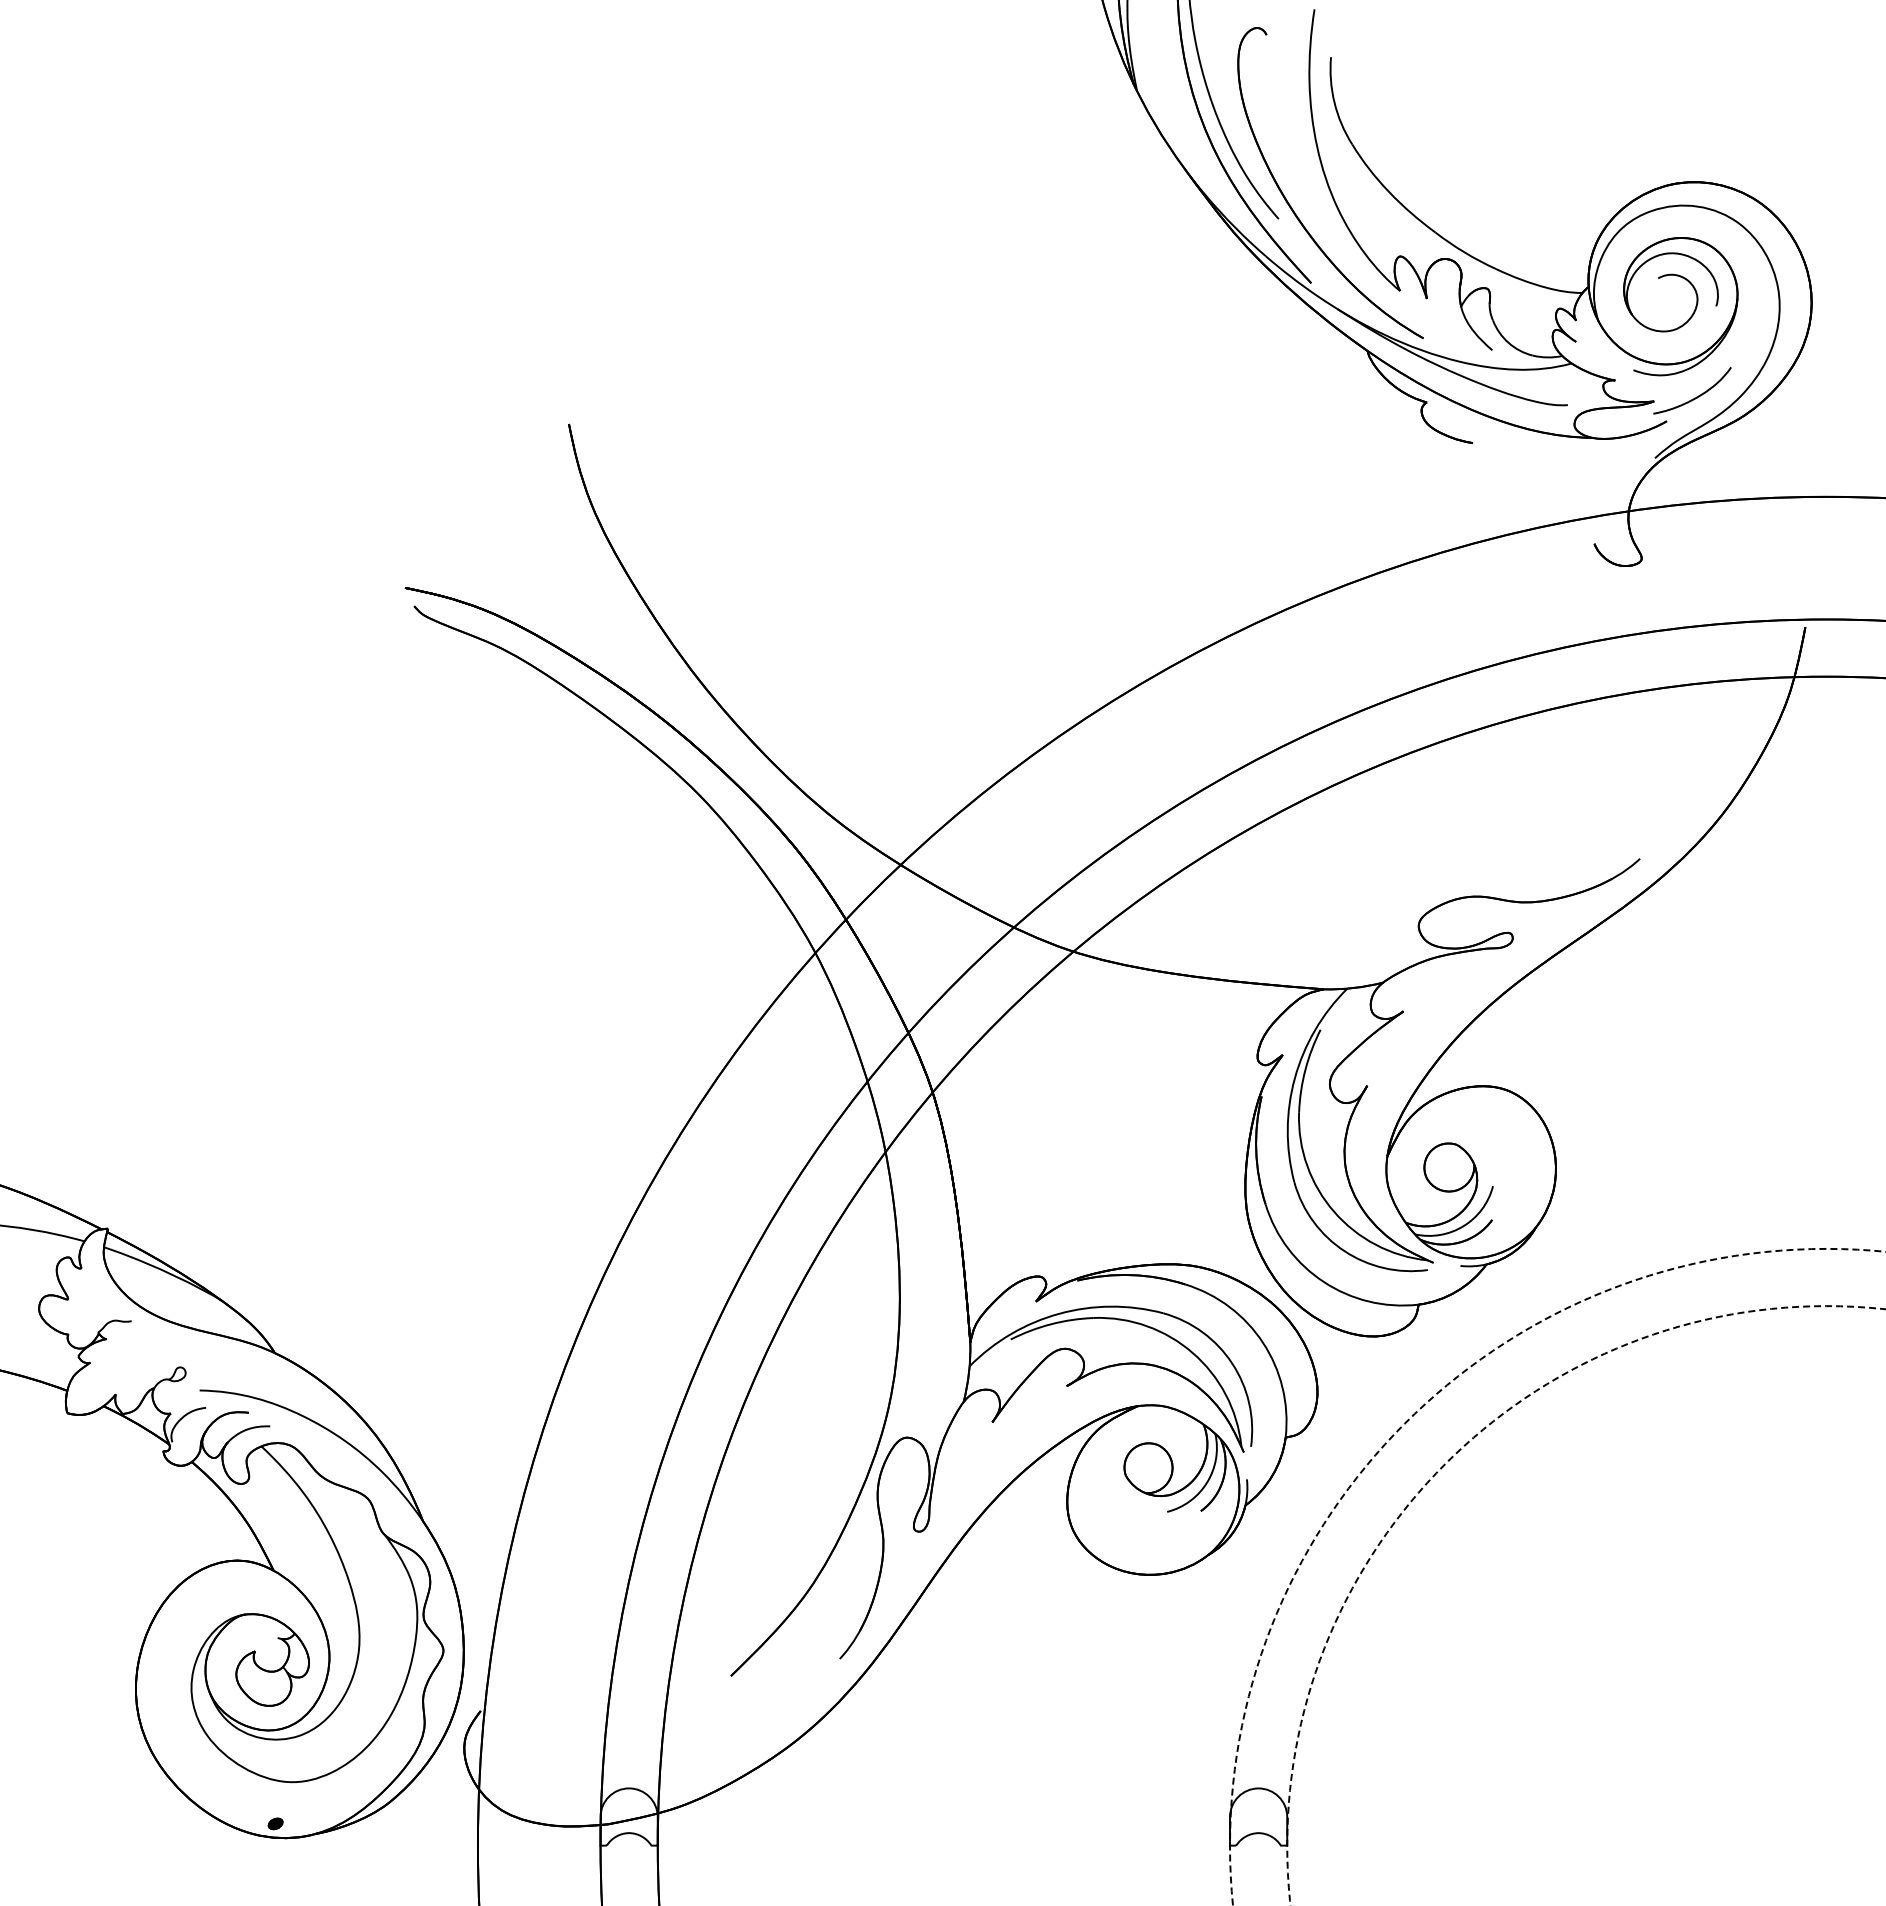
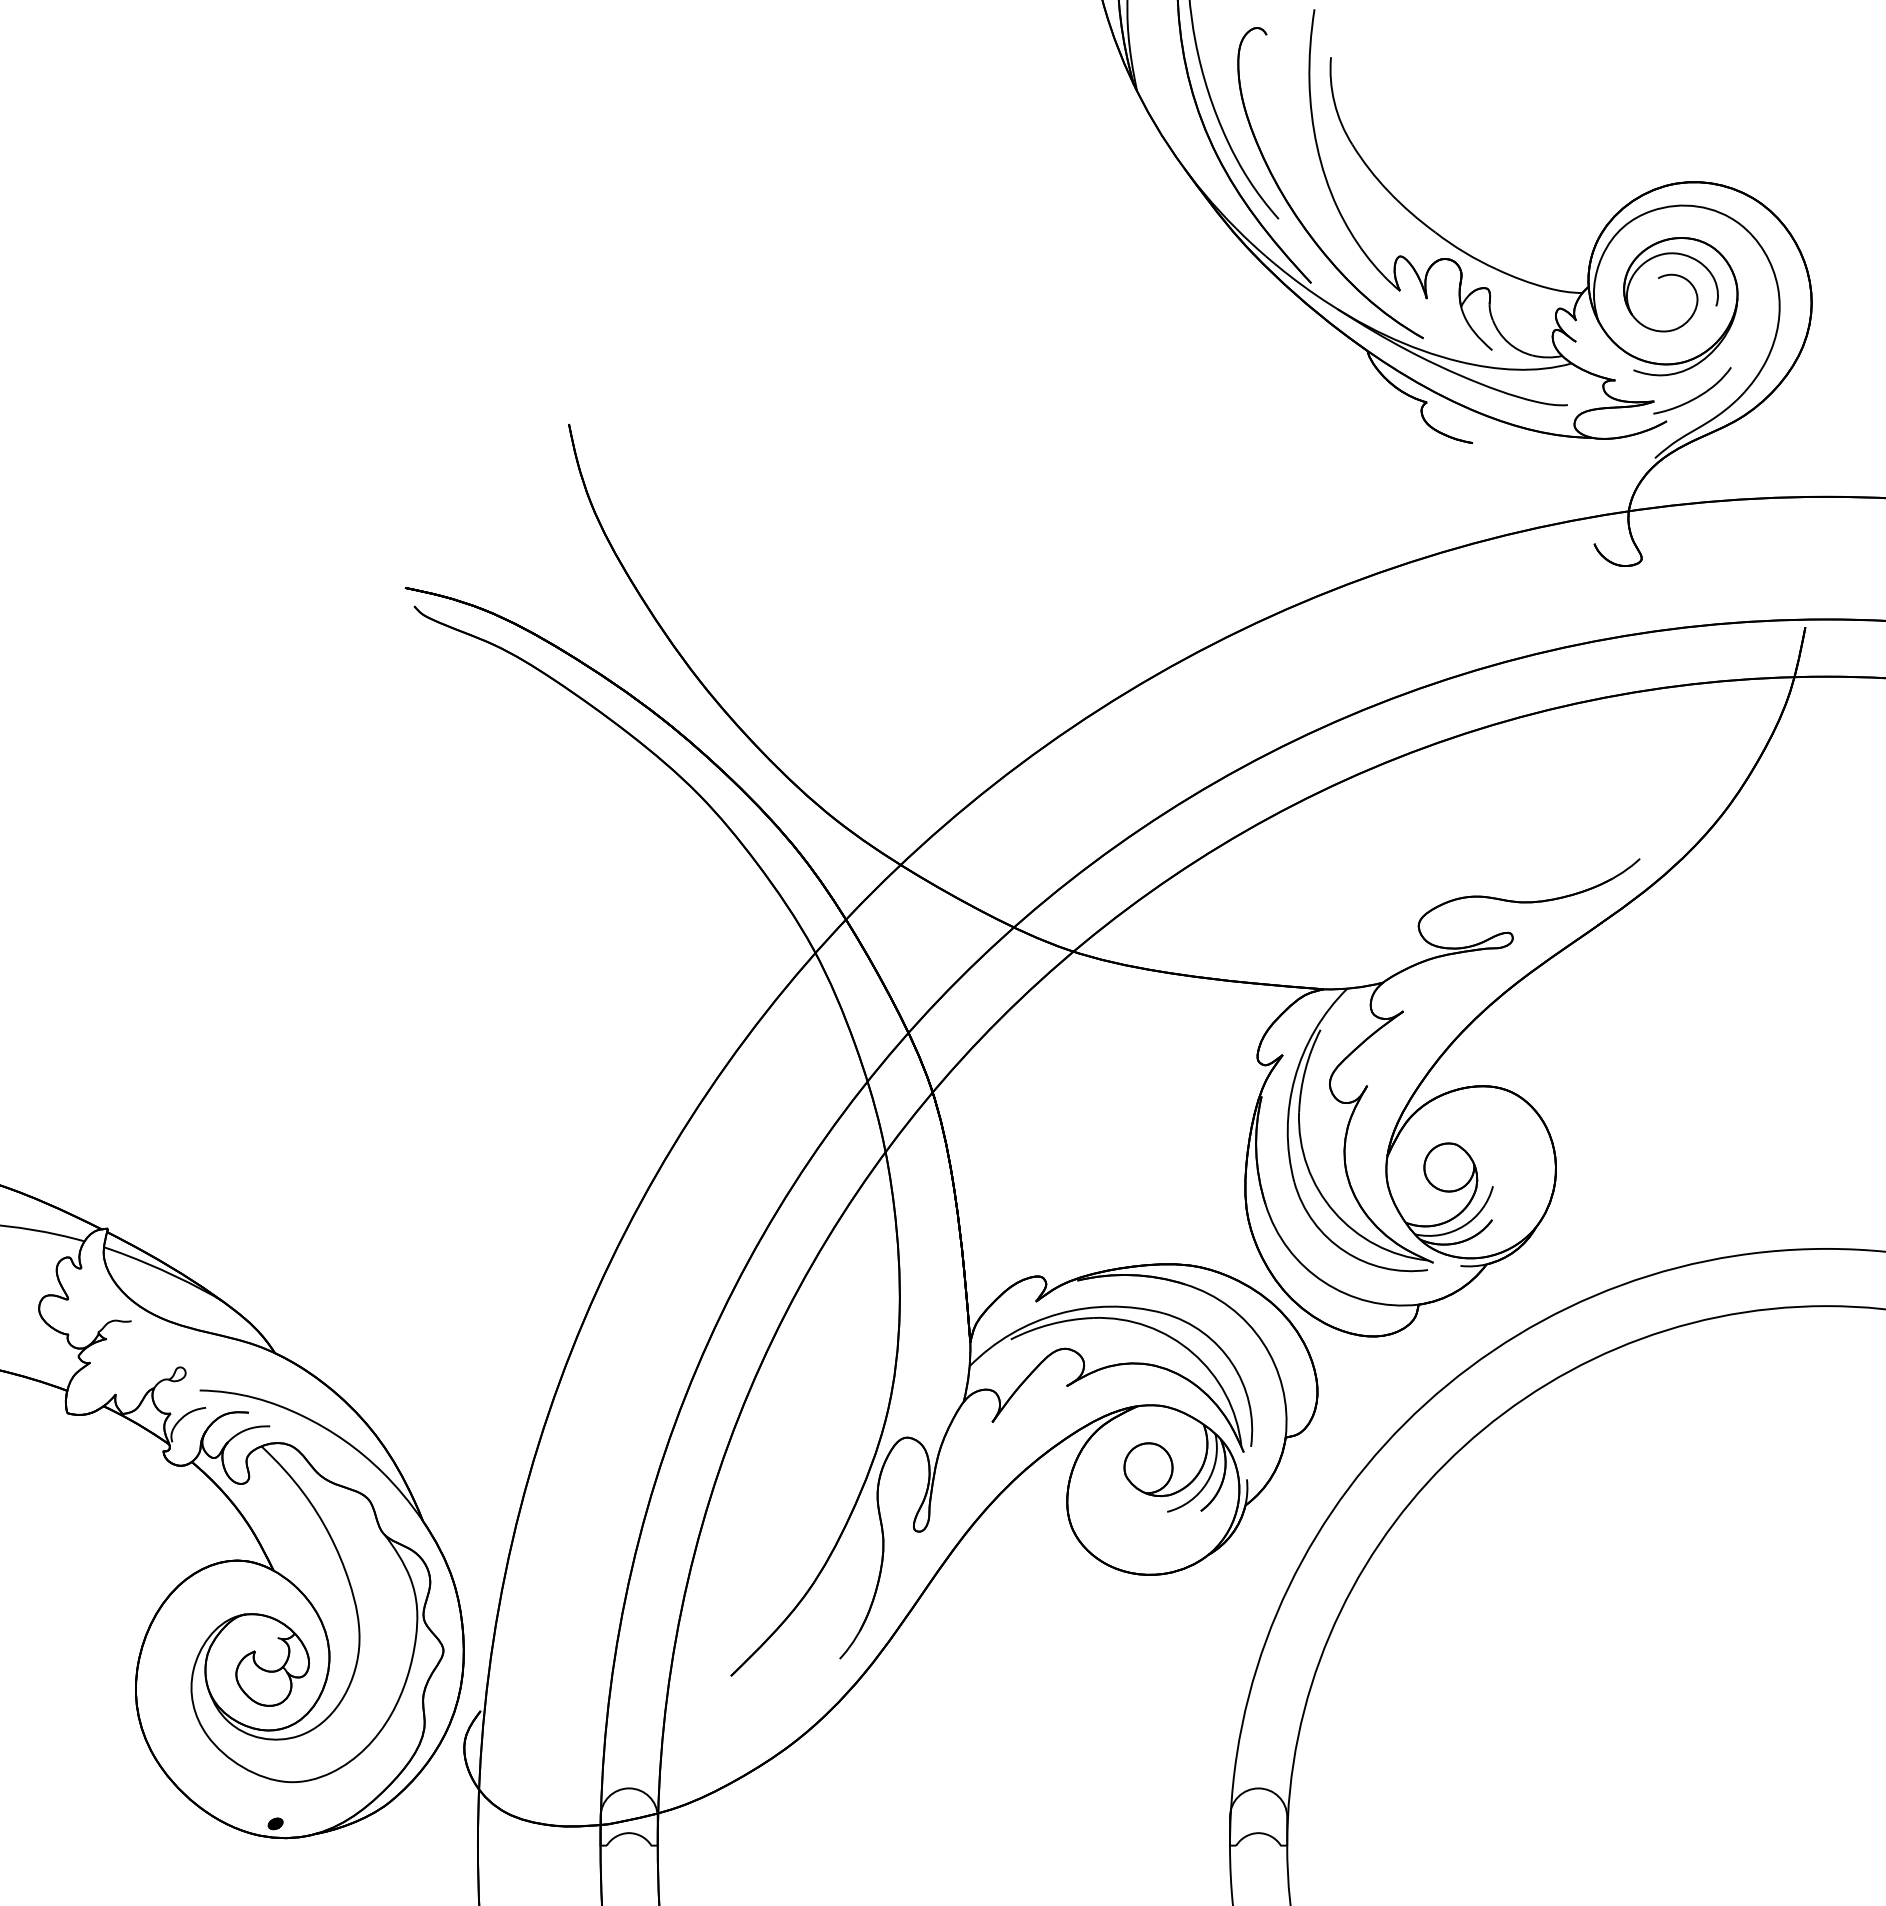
circle at (1557, 1576): dashed -> solid
circle at (1586, 1605): dashed -> solid
